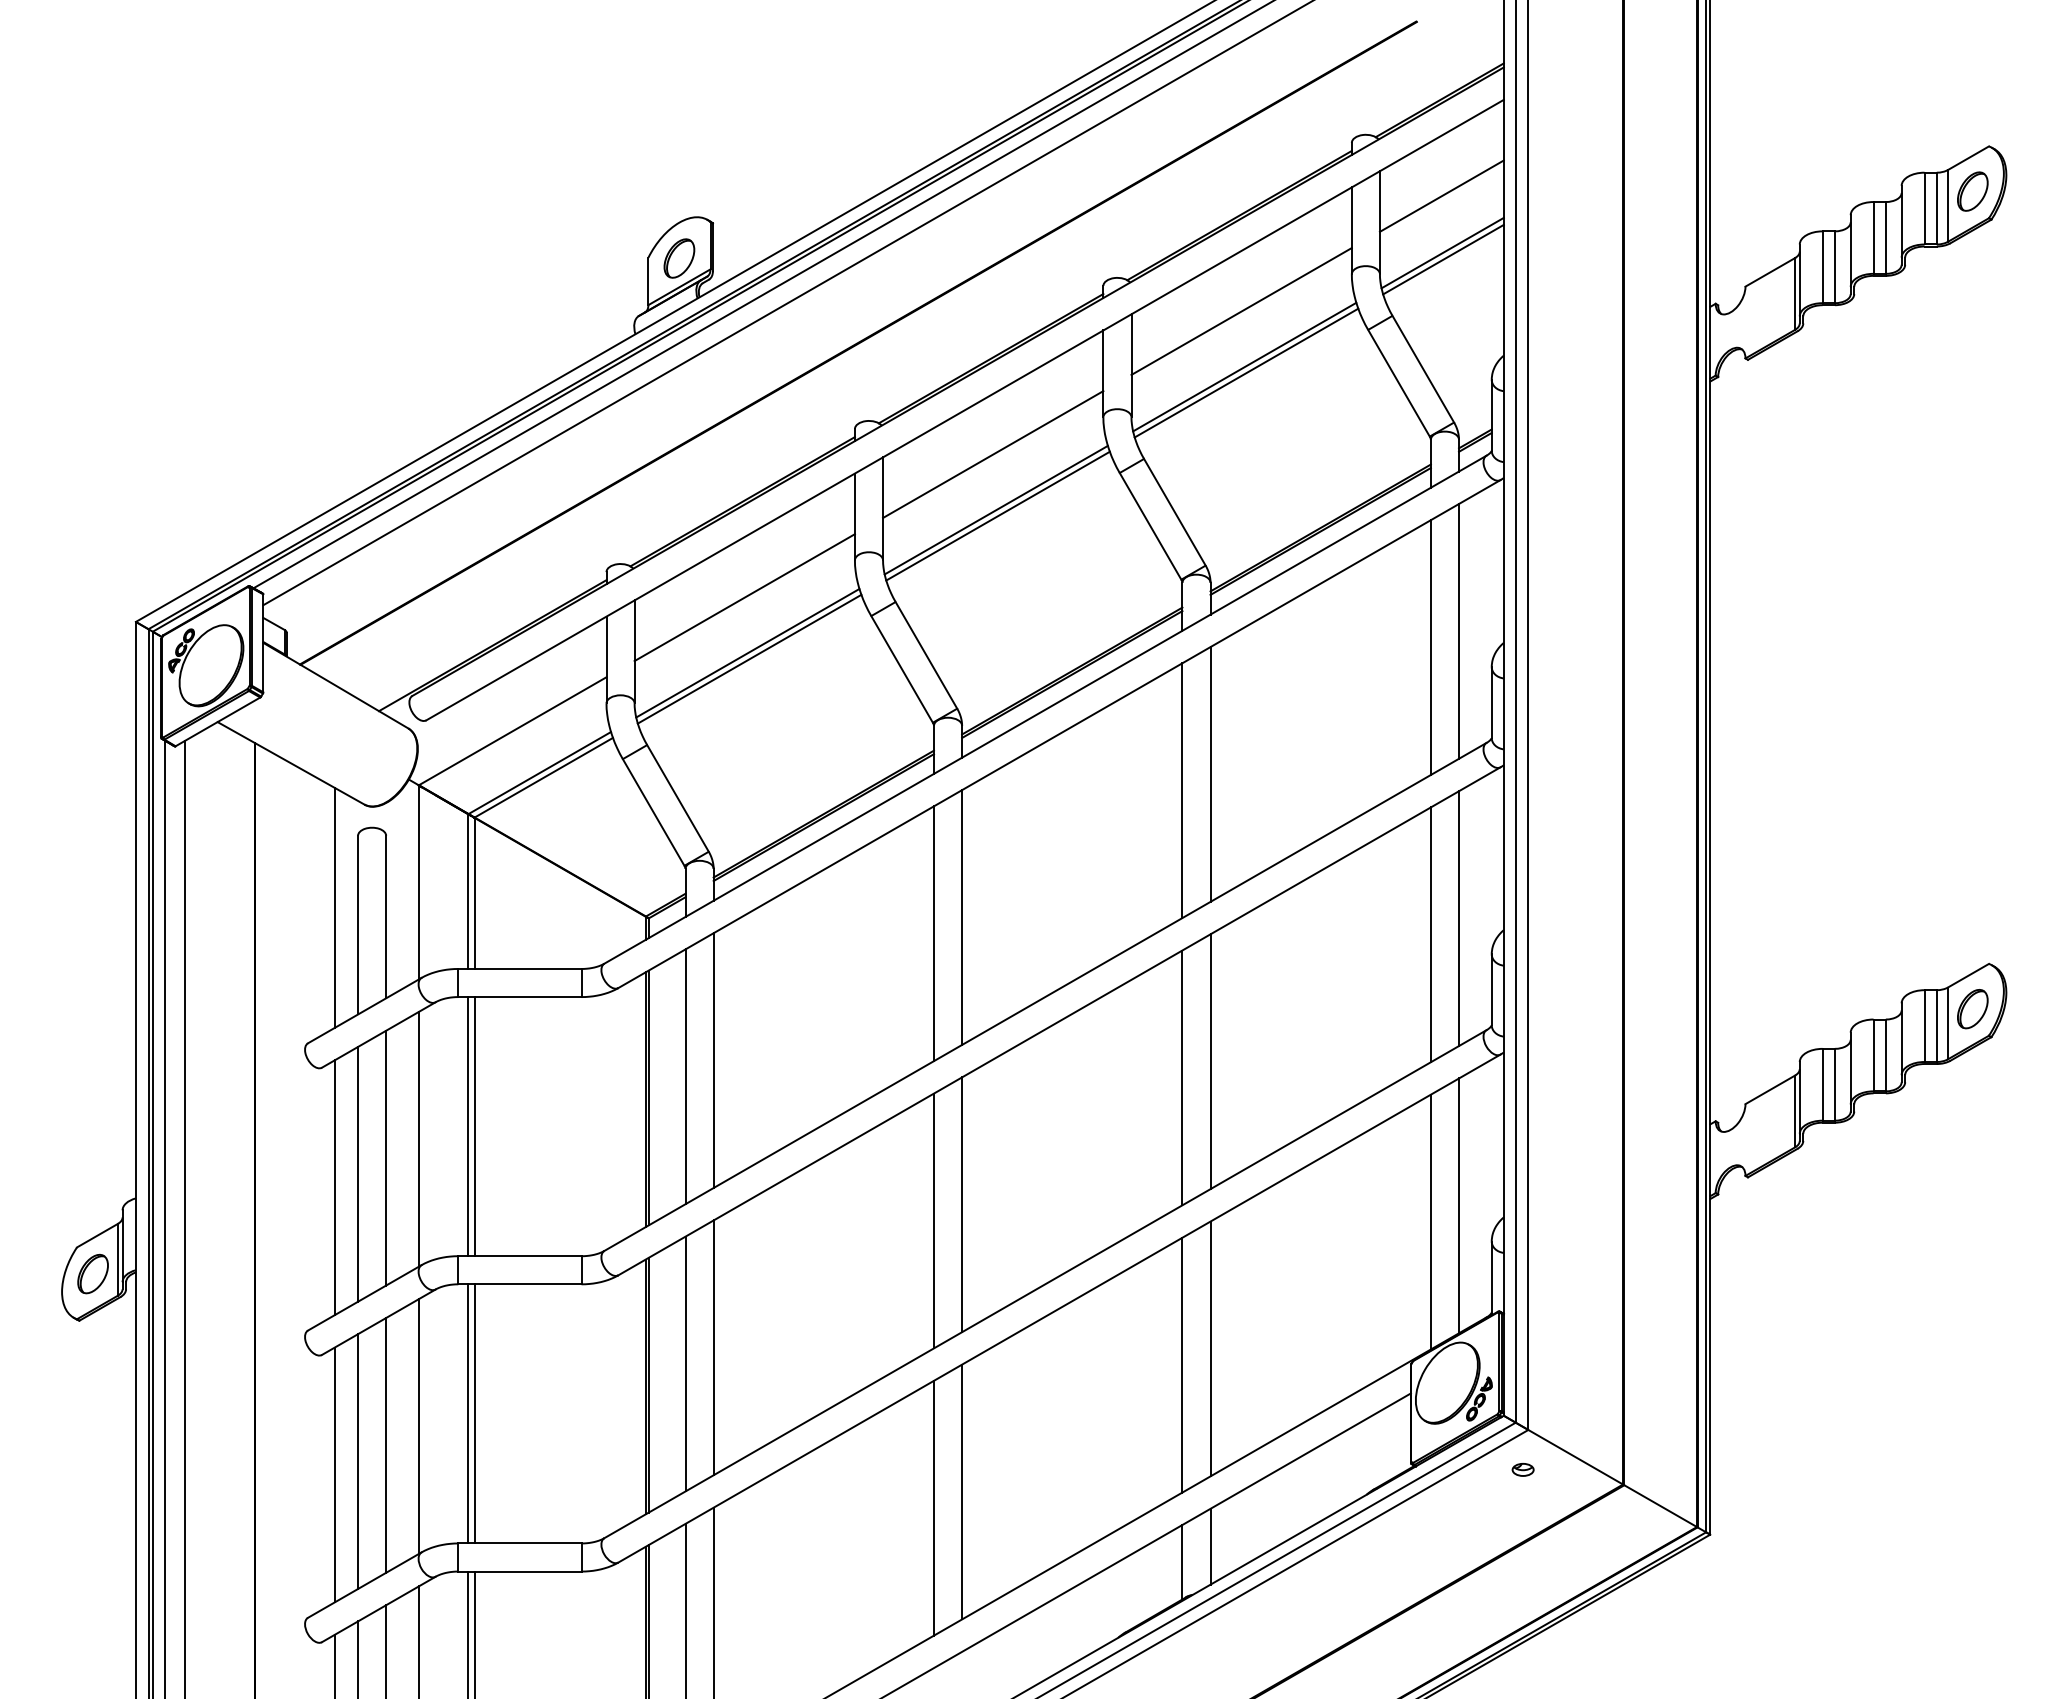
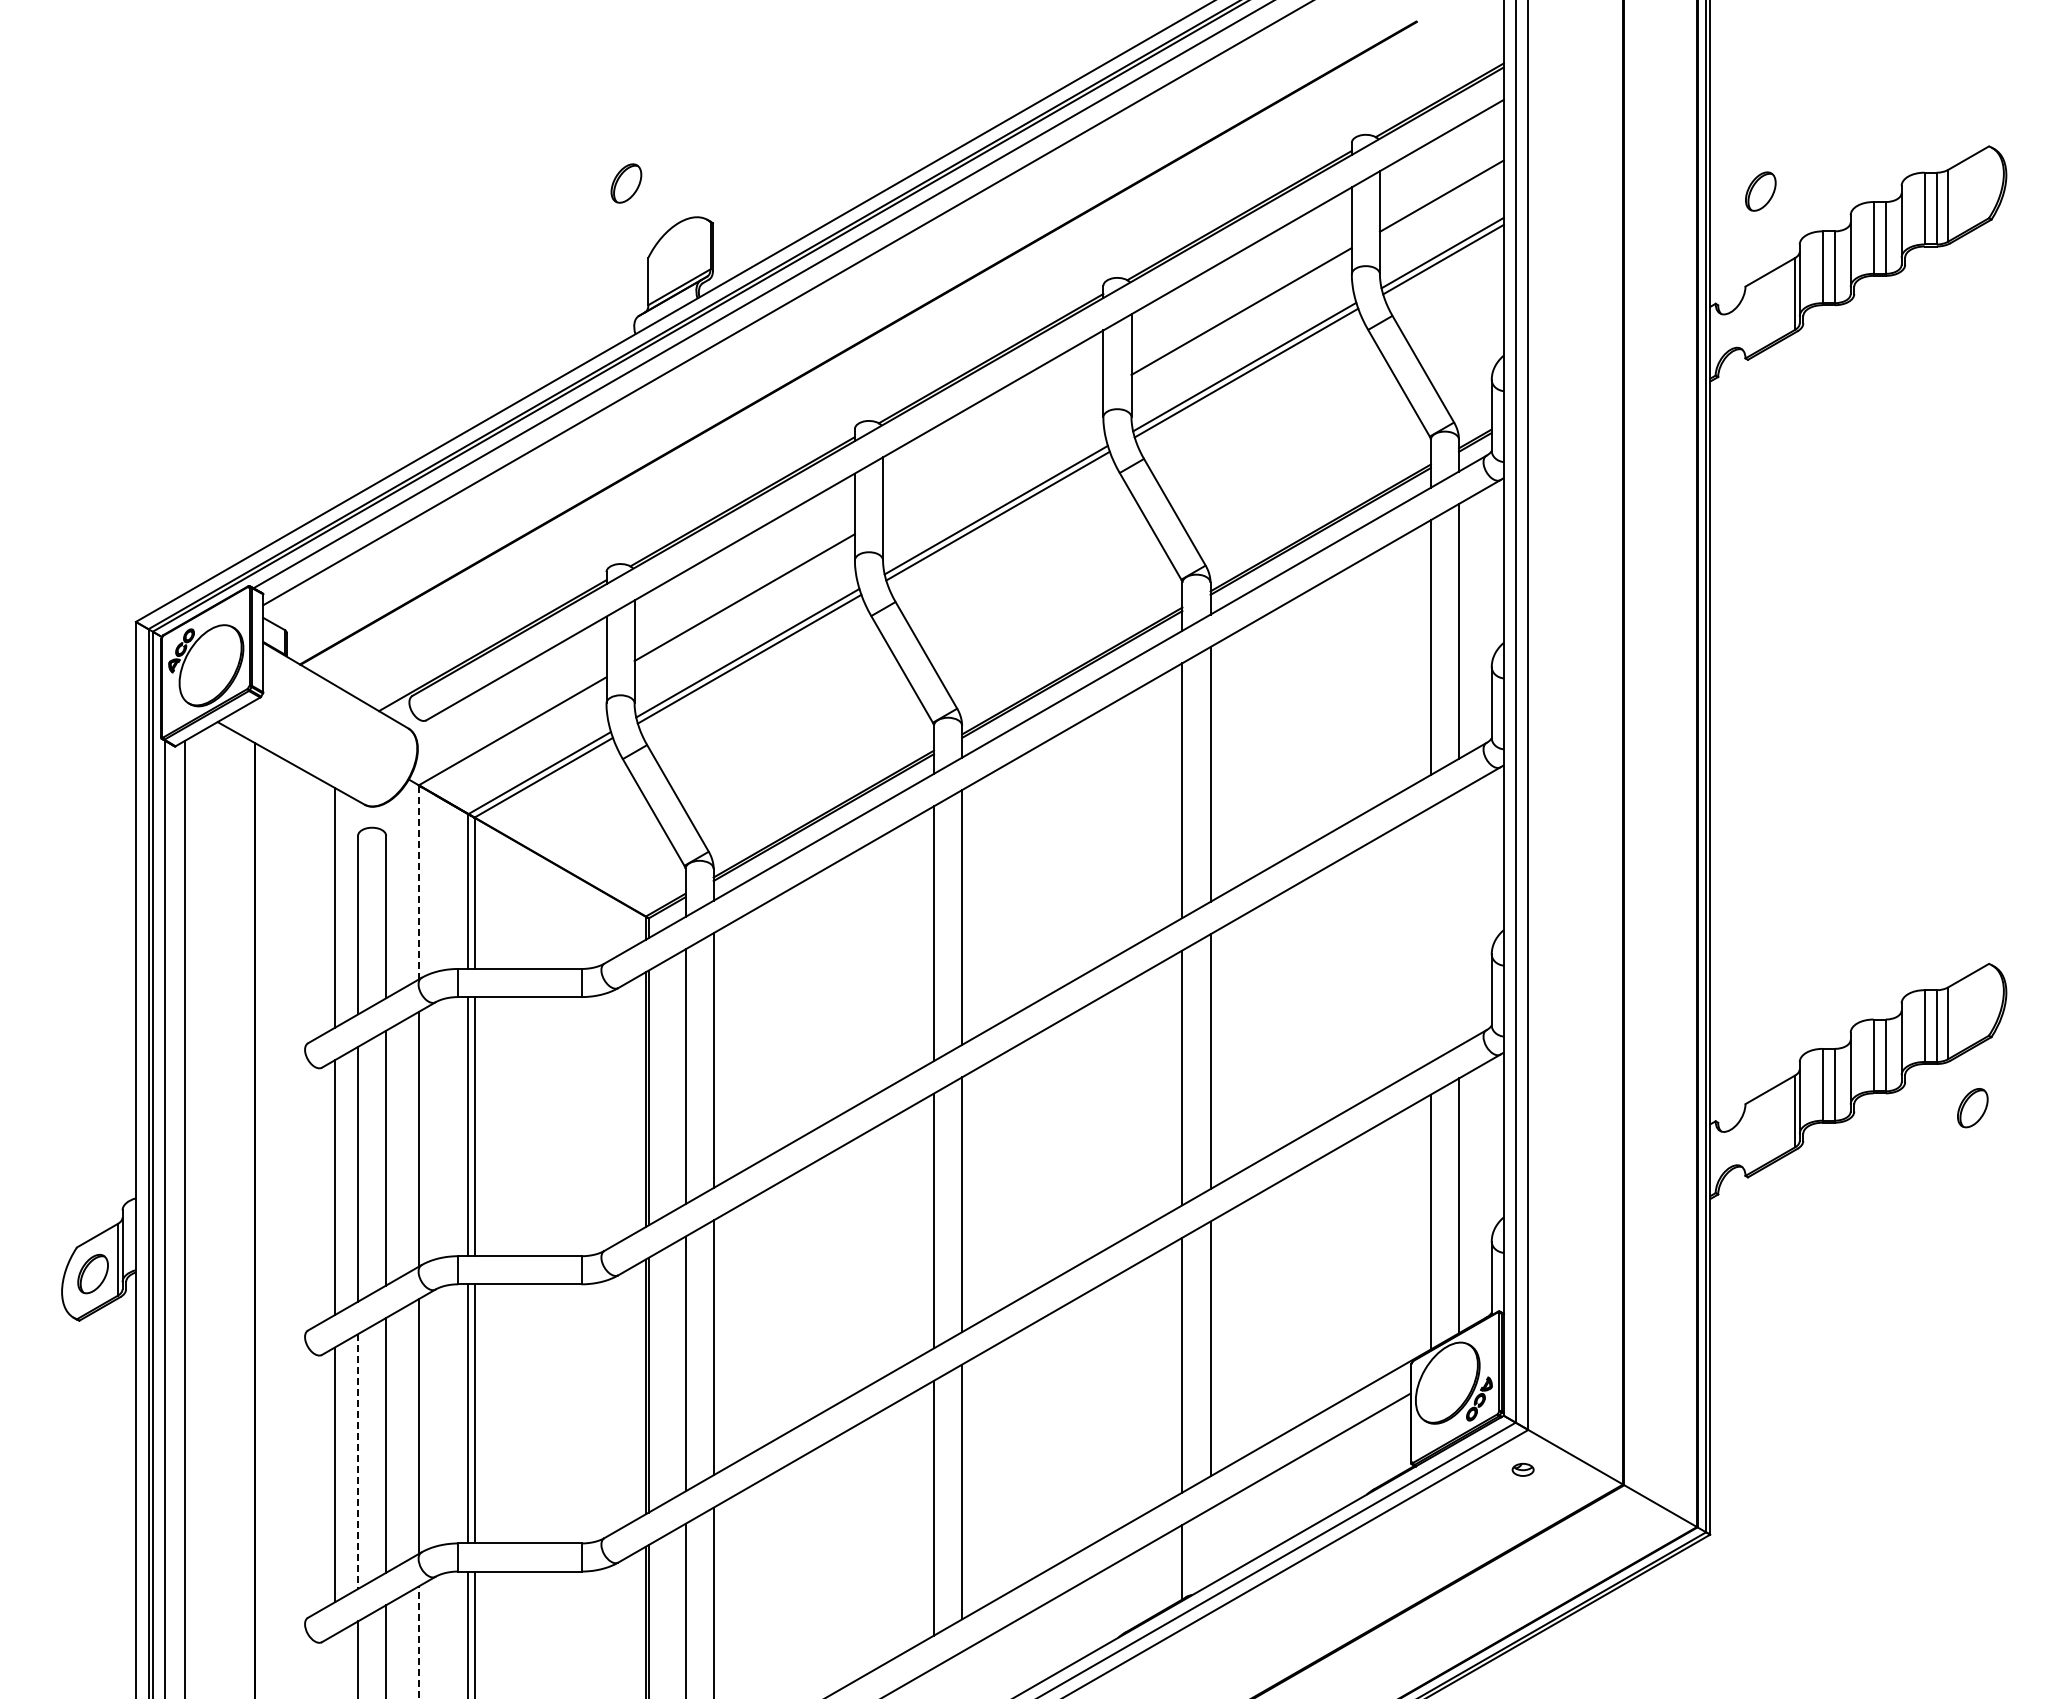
part at (1972, 191) position: (1972, 191) -> (1760, 191)
part at (679, 258) position: (679, 258) -> (626, 183)
line at (993, 454): present -> none
line at (418, 882): solid -> dashed
line at (1459, 918): present -> none
line at (1430, 934): present -> none
part at (1972, 1009) position: (1972, 1009) -> (1972, 1108)
line at (358, 1462): solid -> dashed
line at (1210, 1546): present -> none
line at (418, 1642): solid -> dashed
line at (334, 1664): present -> none
